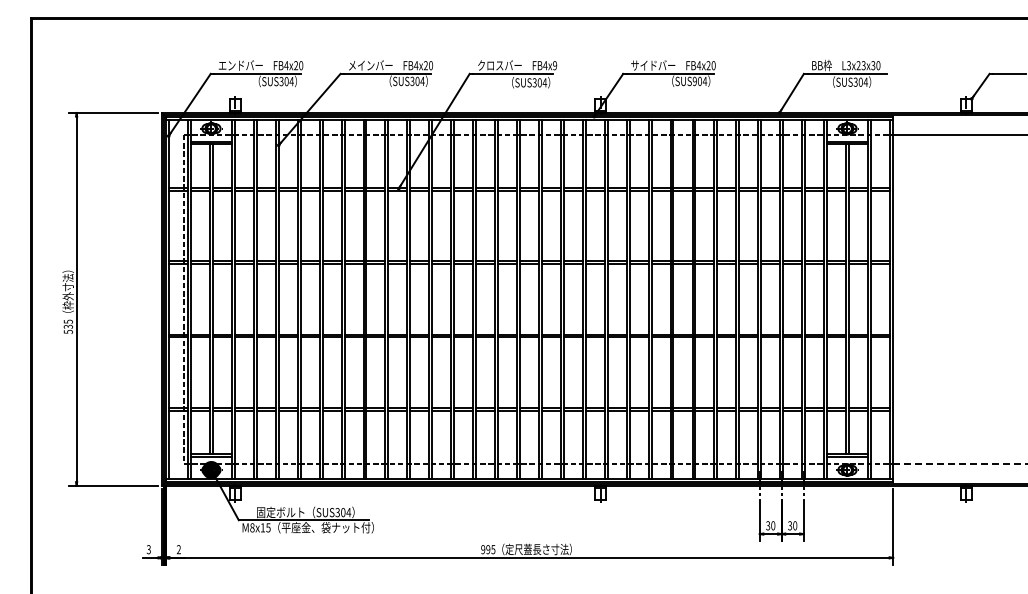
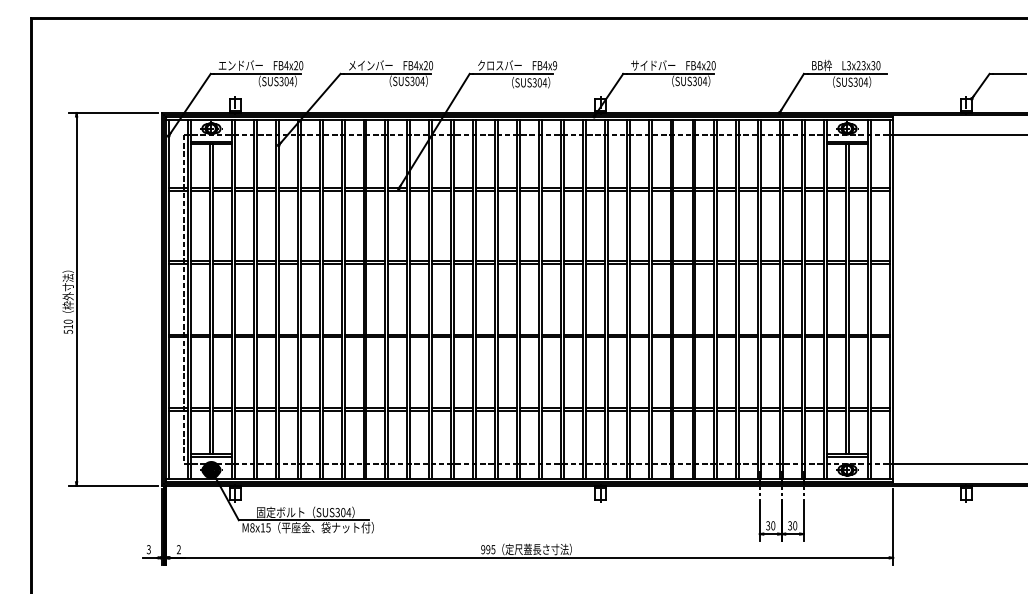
text at (694, 81): SUS904 -> SUS304
text at (67, 323): 535 -> 510
line at (960, 463): dashed -> solid
